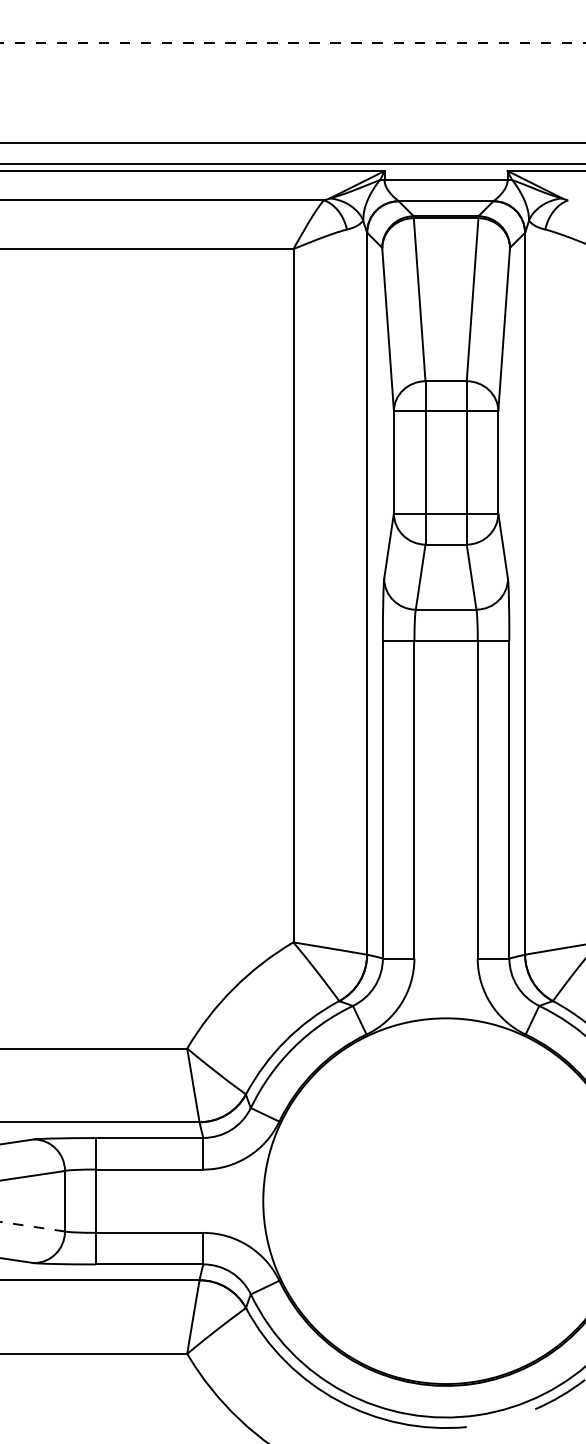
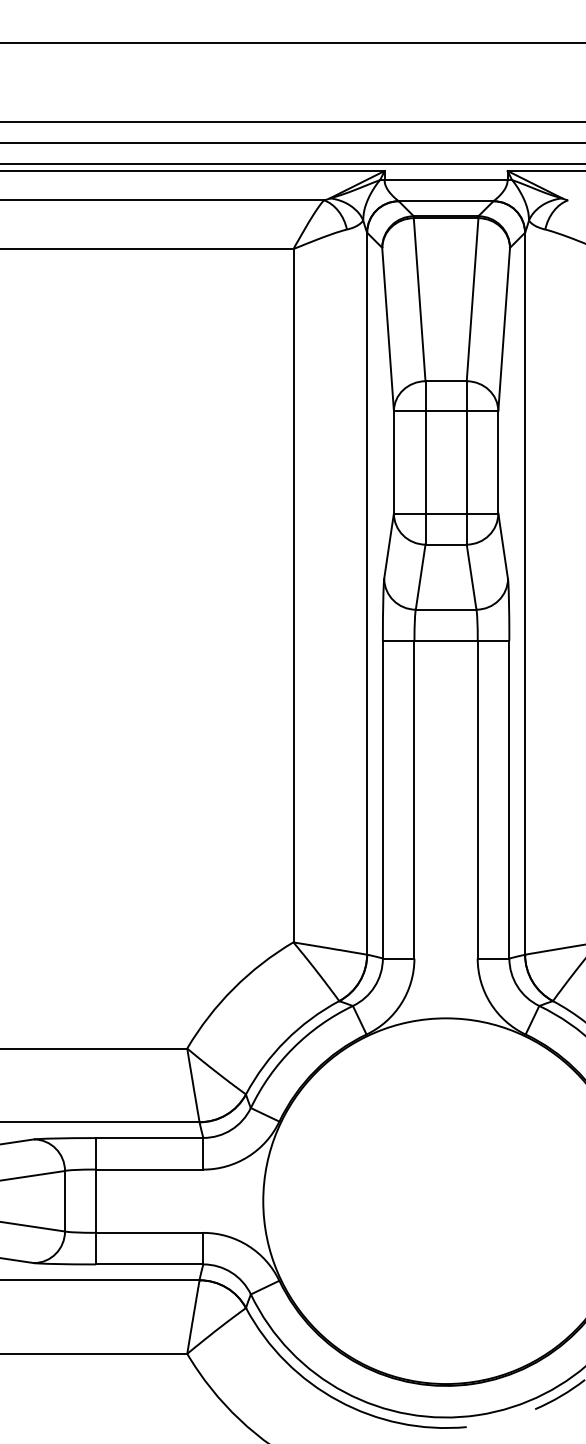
line at (293, 43): dashed -> solid
line at (292, 121): none -> present
line at (32, 1226): dashed -> solid
